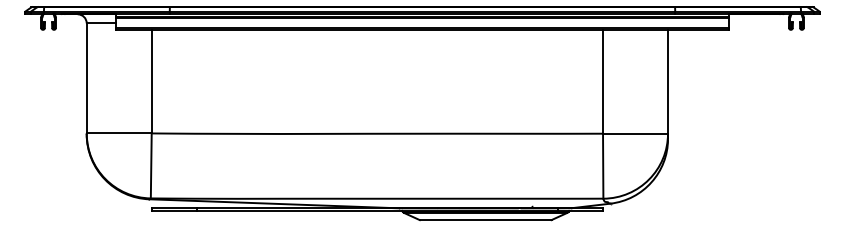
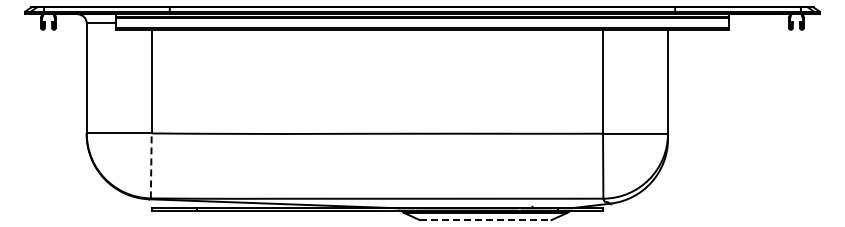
line at (151, 165): solid -> dashed
line at (485, 220): solid -> dashed
